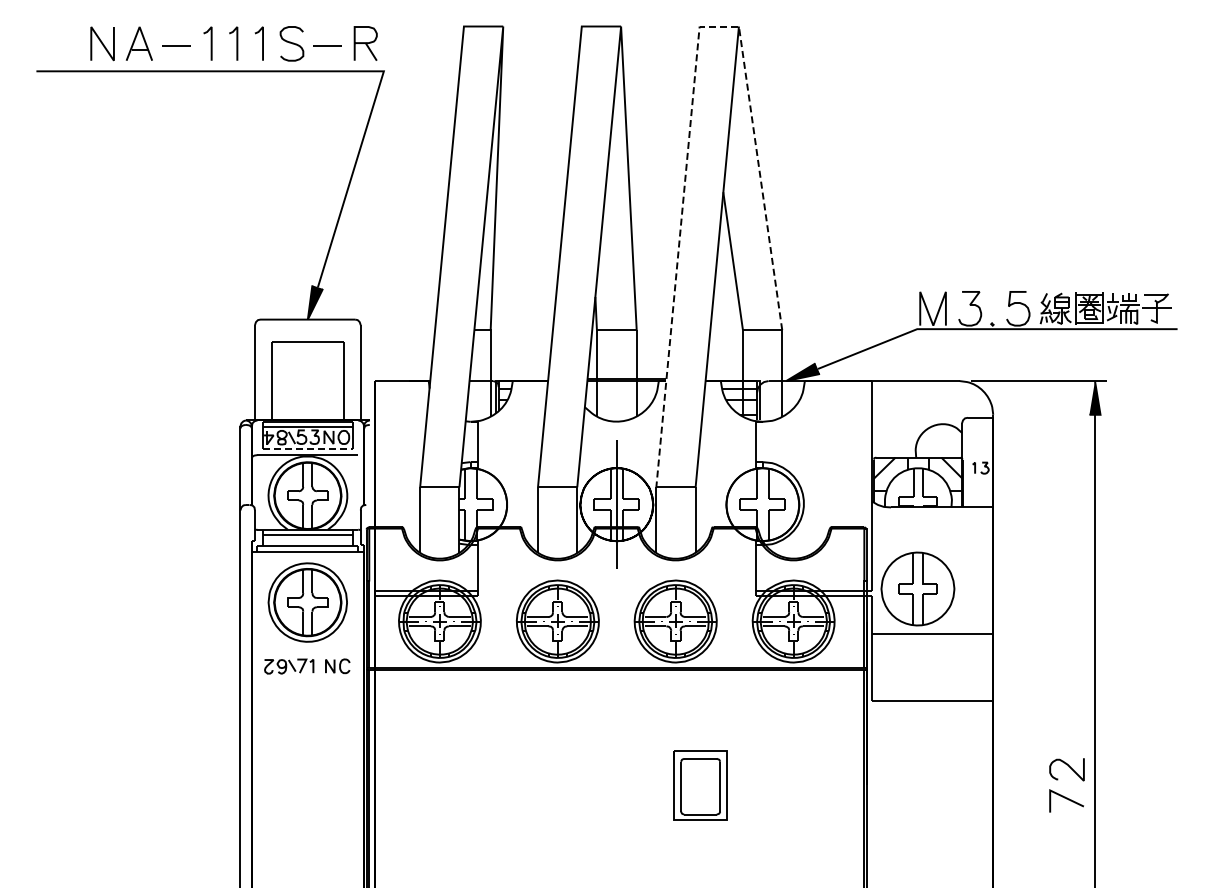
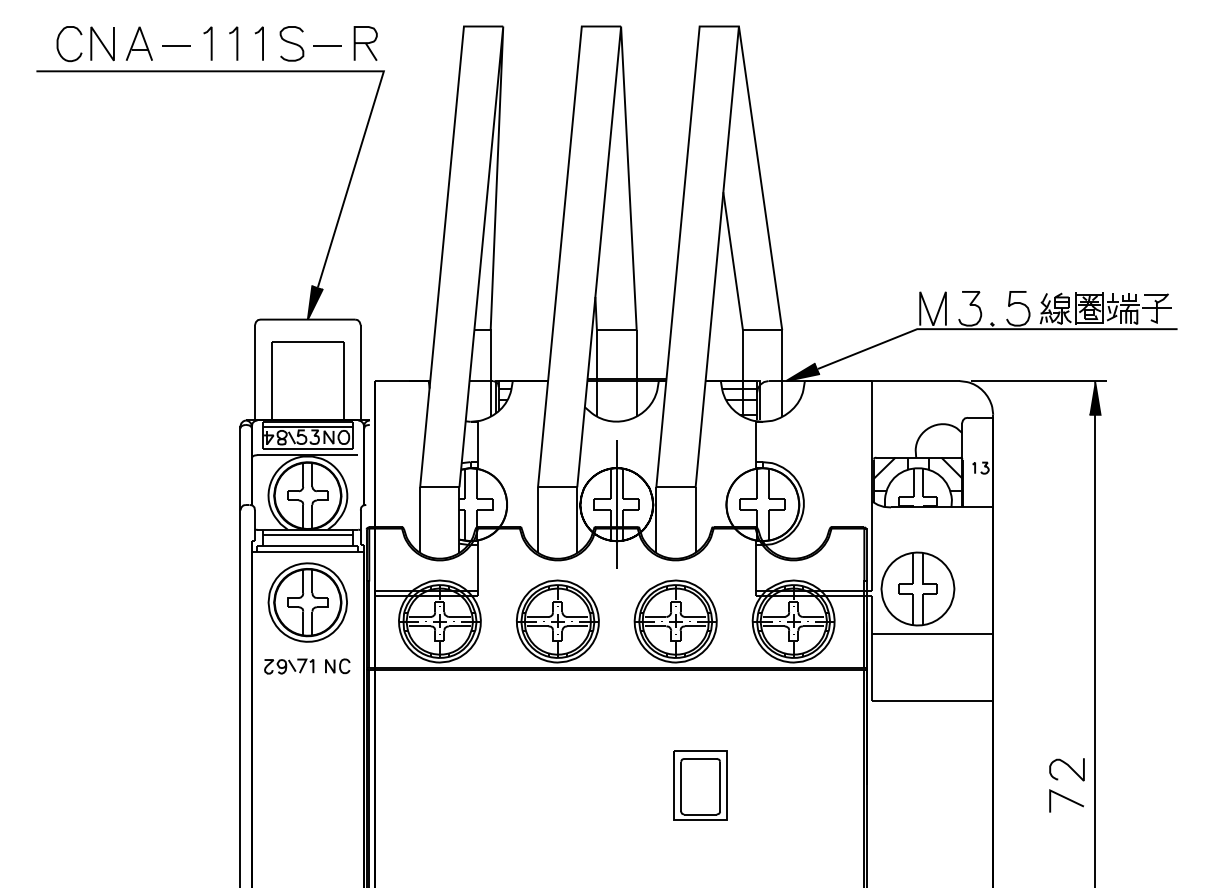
curve at (58, 44): none -> present
line at (694, 83): dashed -> solid
line at (307, 449): dashed -> solid
